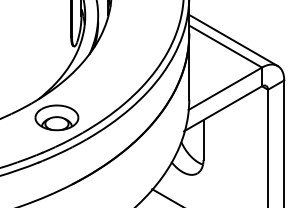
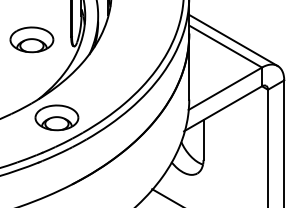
part at (31, 39): none -> present
